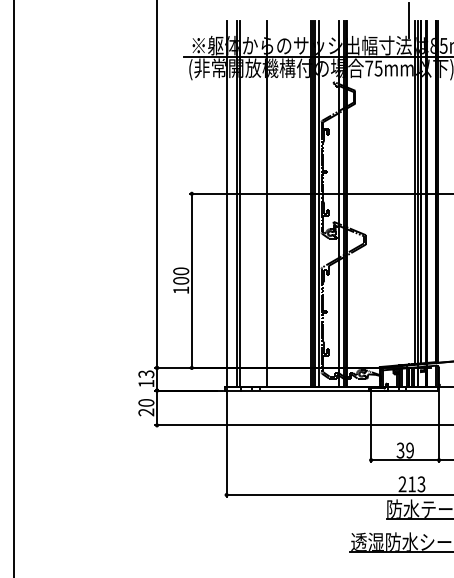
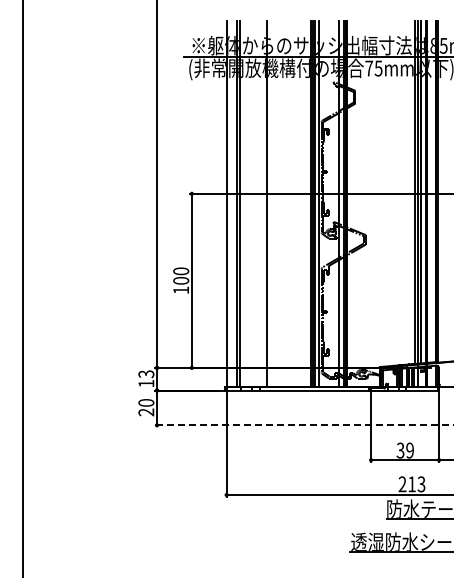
line at (409, 20): present -> none
line at (13, 288) position: (13, 288) -> (22, 288)
line at (304, 425): solid -> dashed
